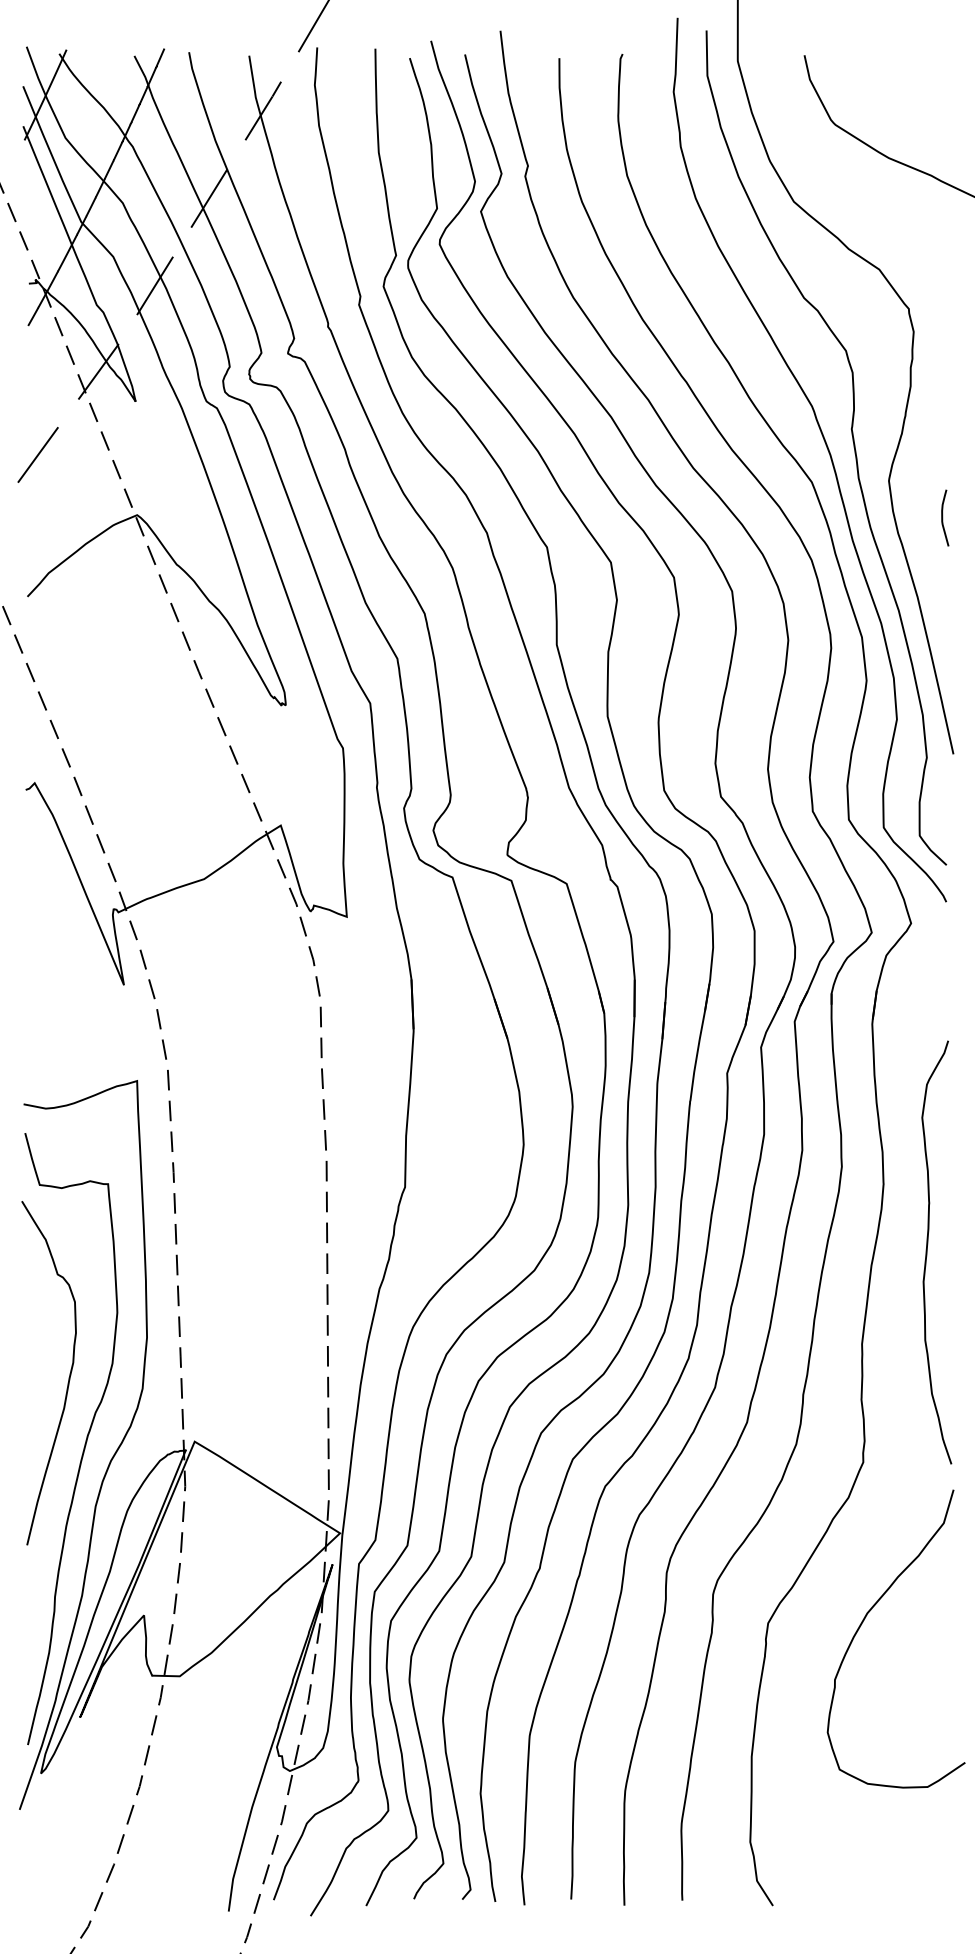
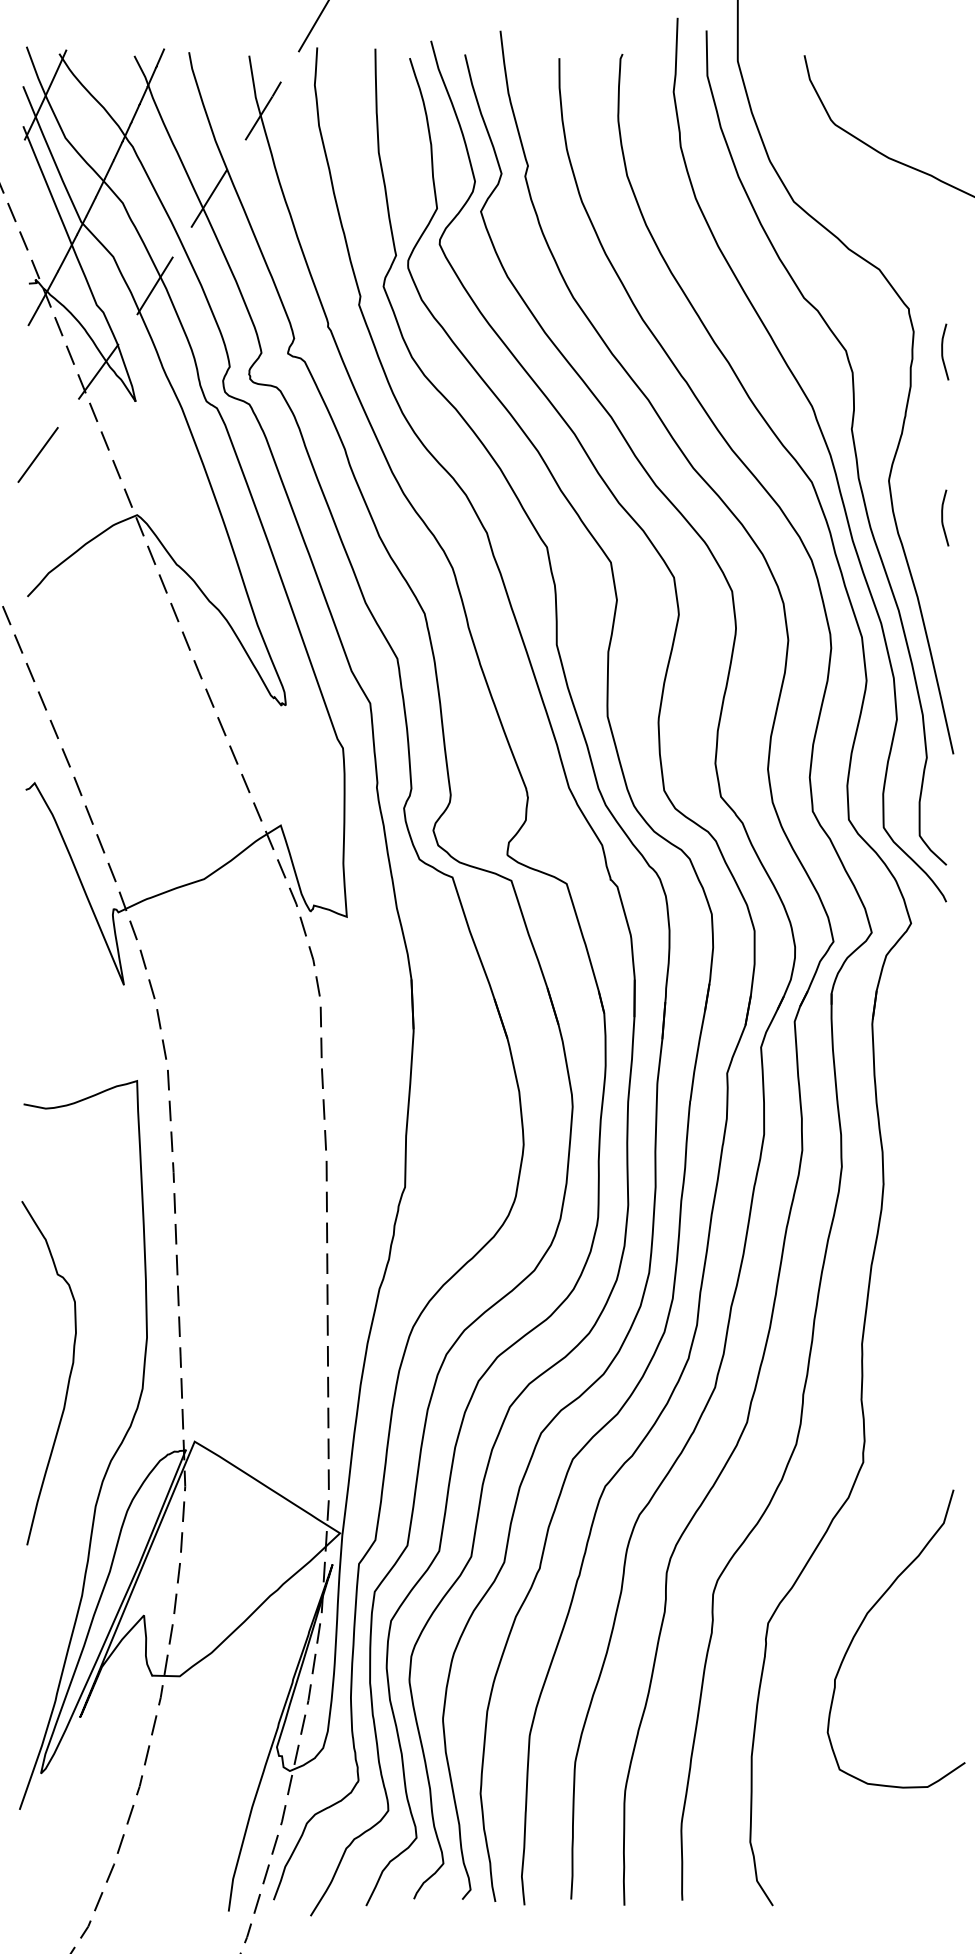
curve at (943, 351): none -> present
curve at (927, 1252): present -> none
curve at (84, 1443): present -> none
